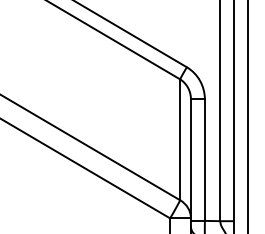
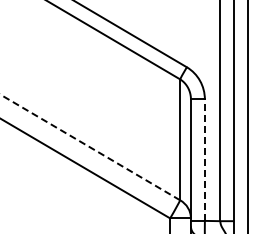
line at (89, 147): solid -> dashed
line at (204, 160): solid -> dashed
